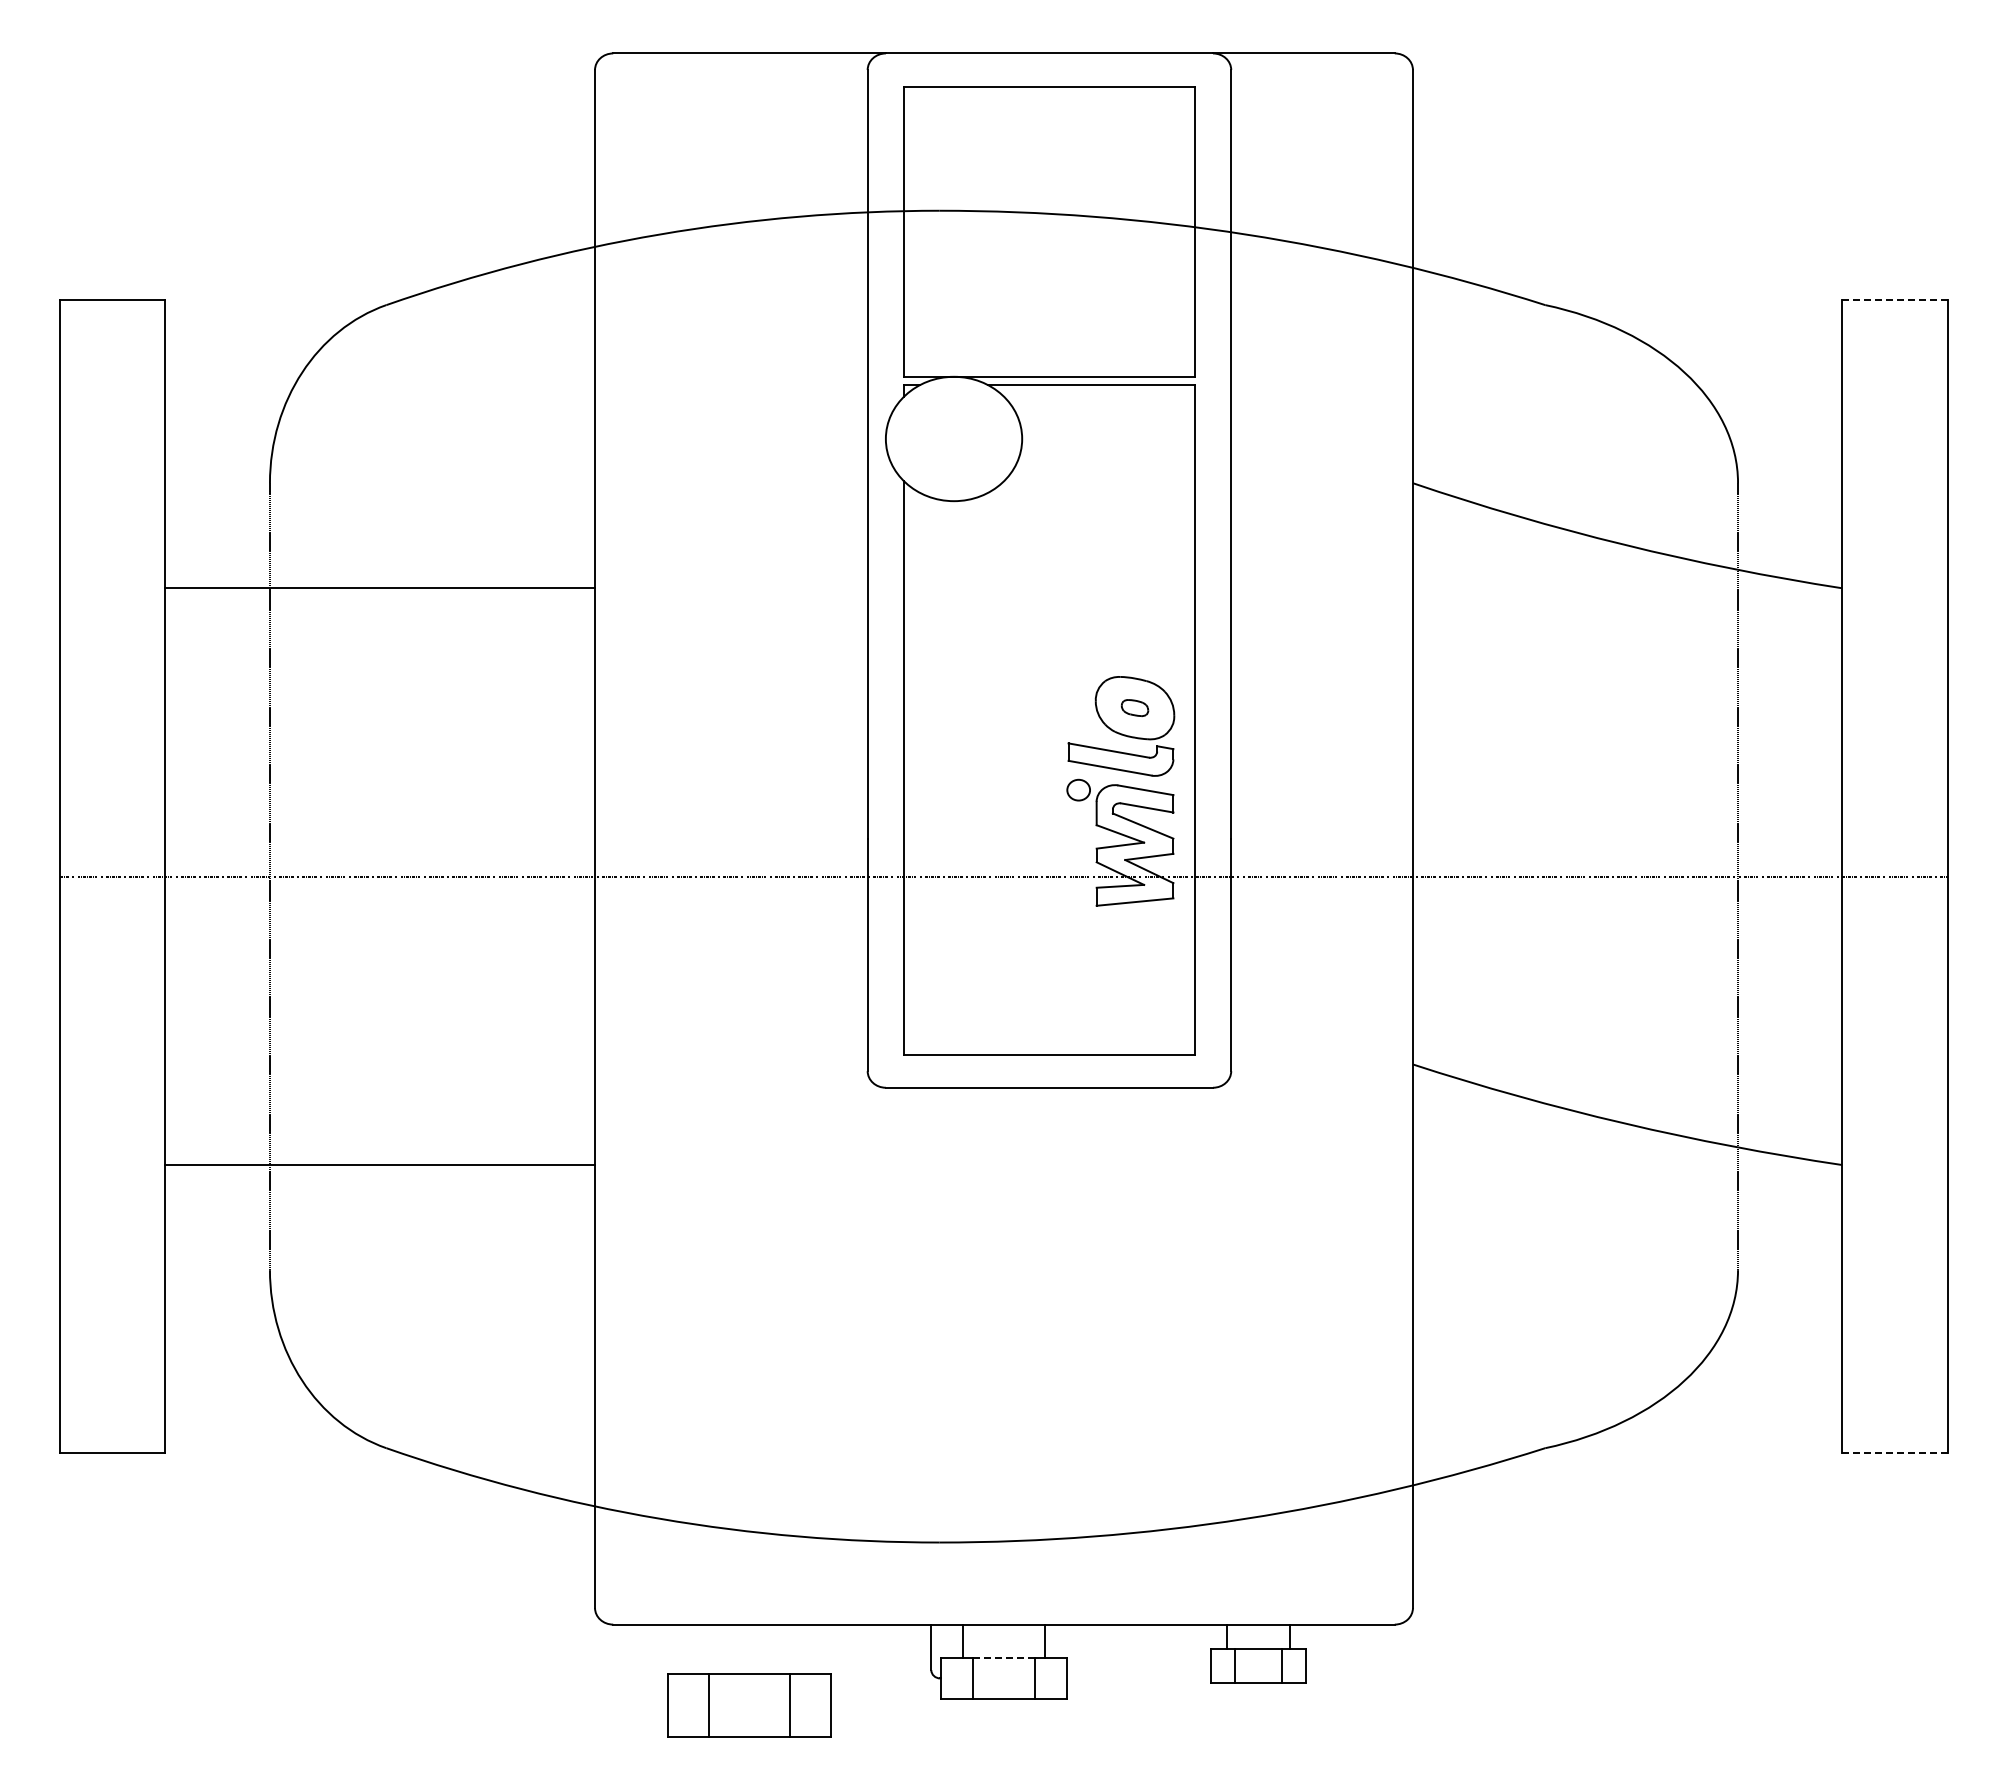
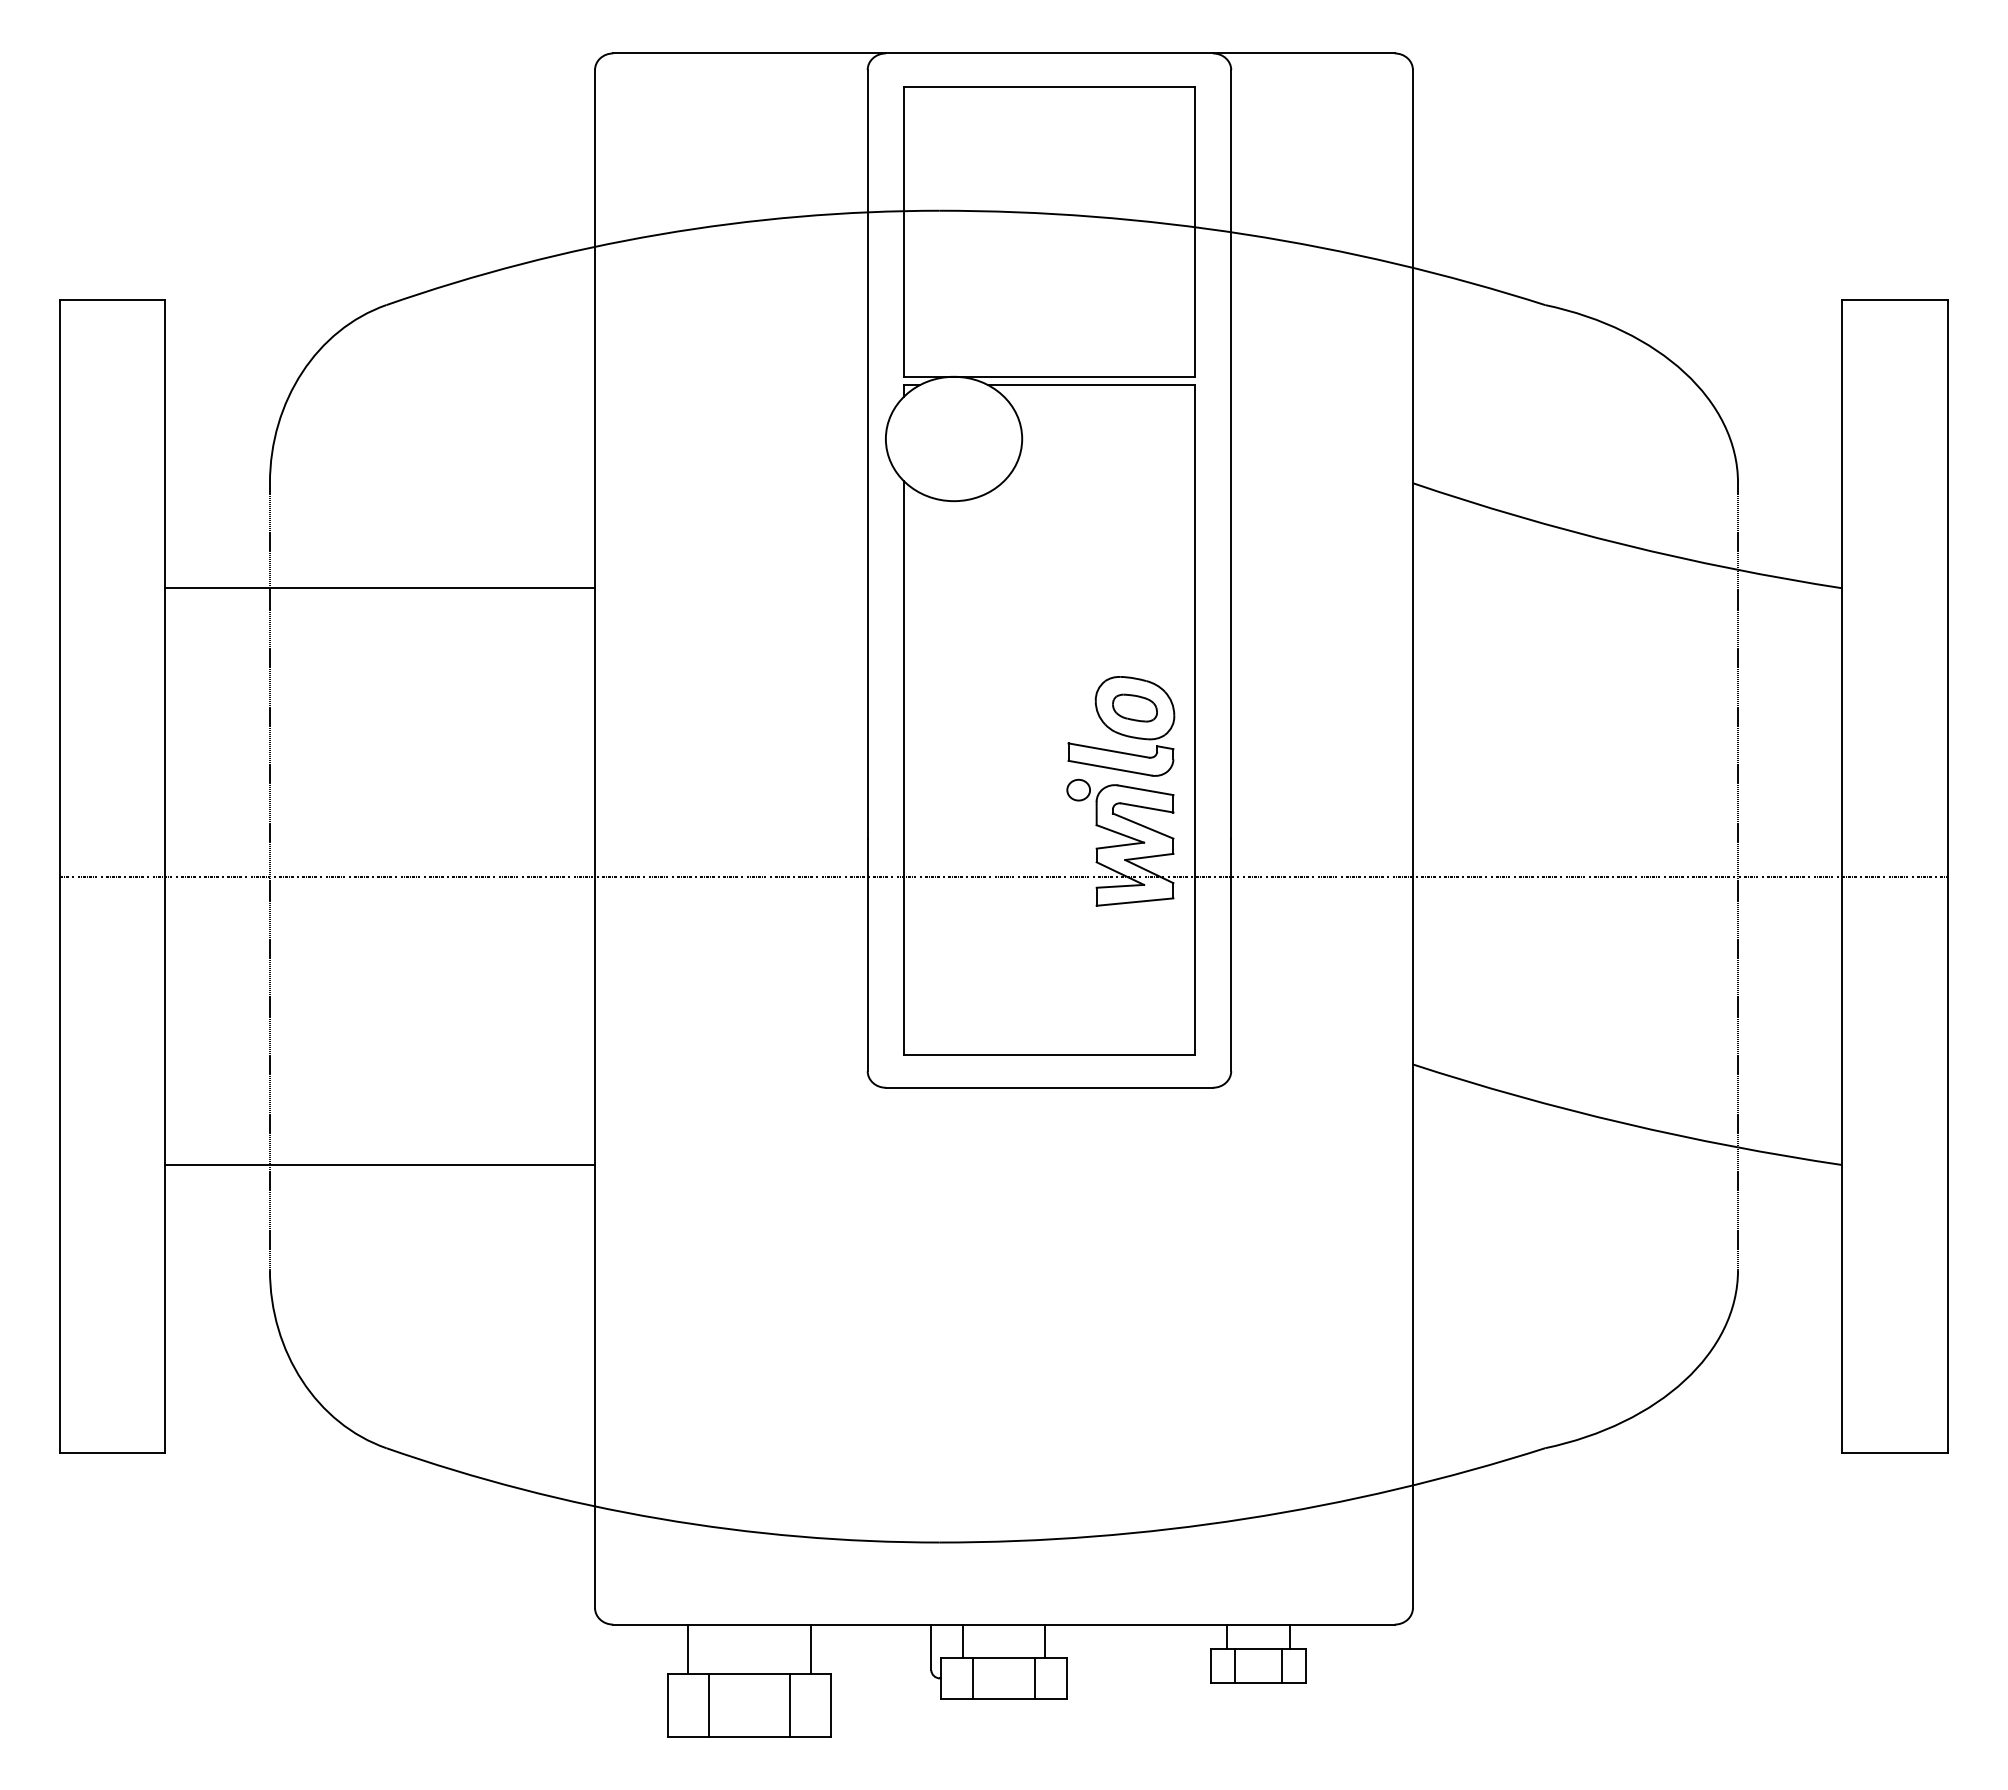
line at (1894, 299): dashed -> solid
part at (1134, 707) size: 30x18 px -> 46x30 px
line at (1894, 1453): dashed -> solid
line at (688, 1649): none -> present
line at (810, 1649): none -> present
line at (1004, 1657): dashed -> solid
